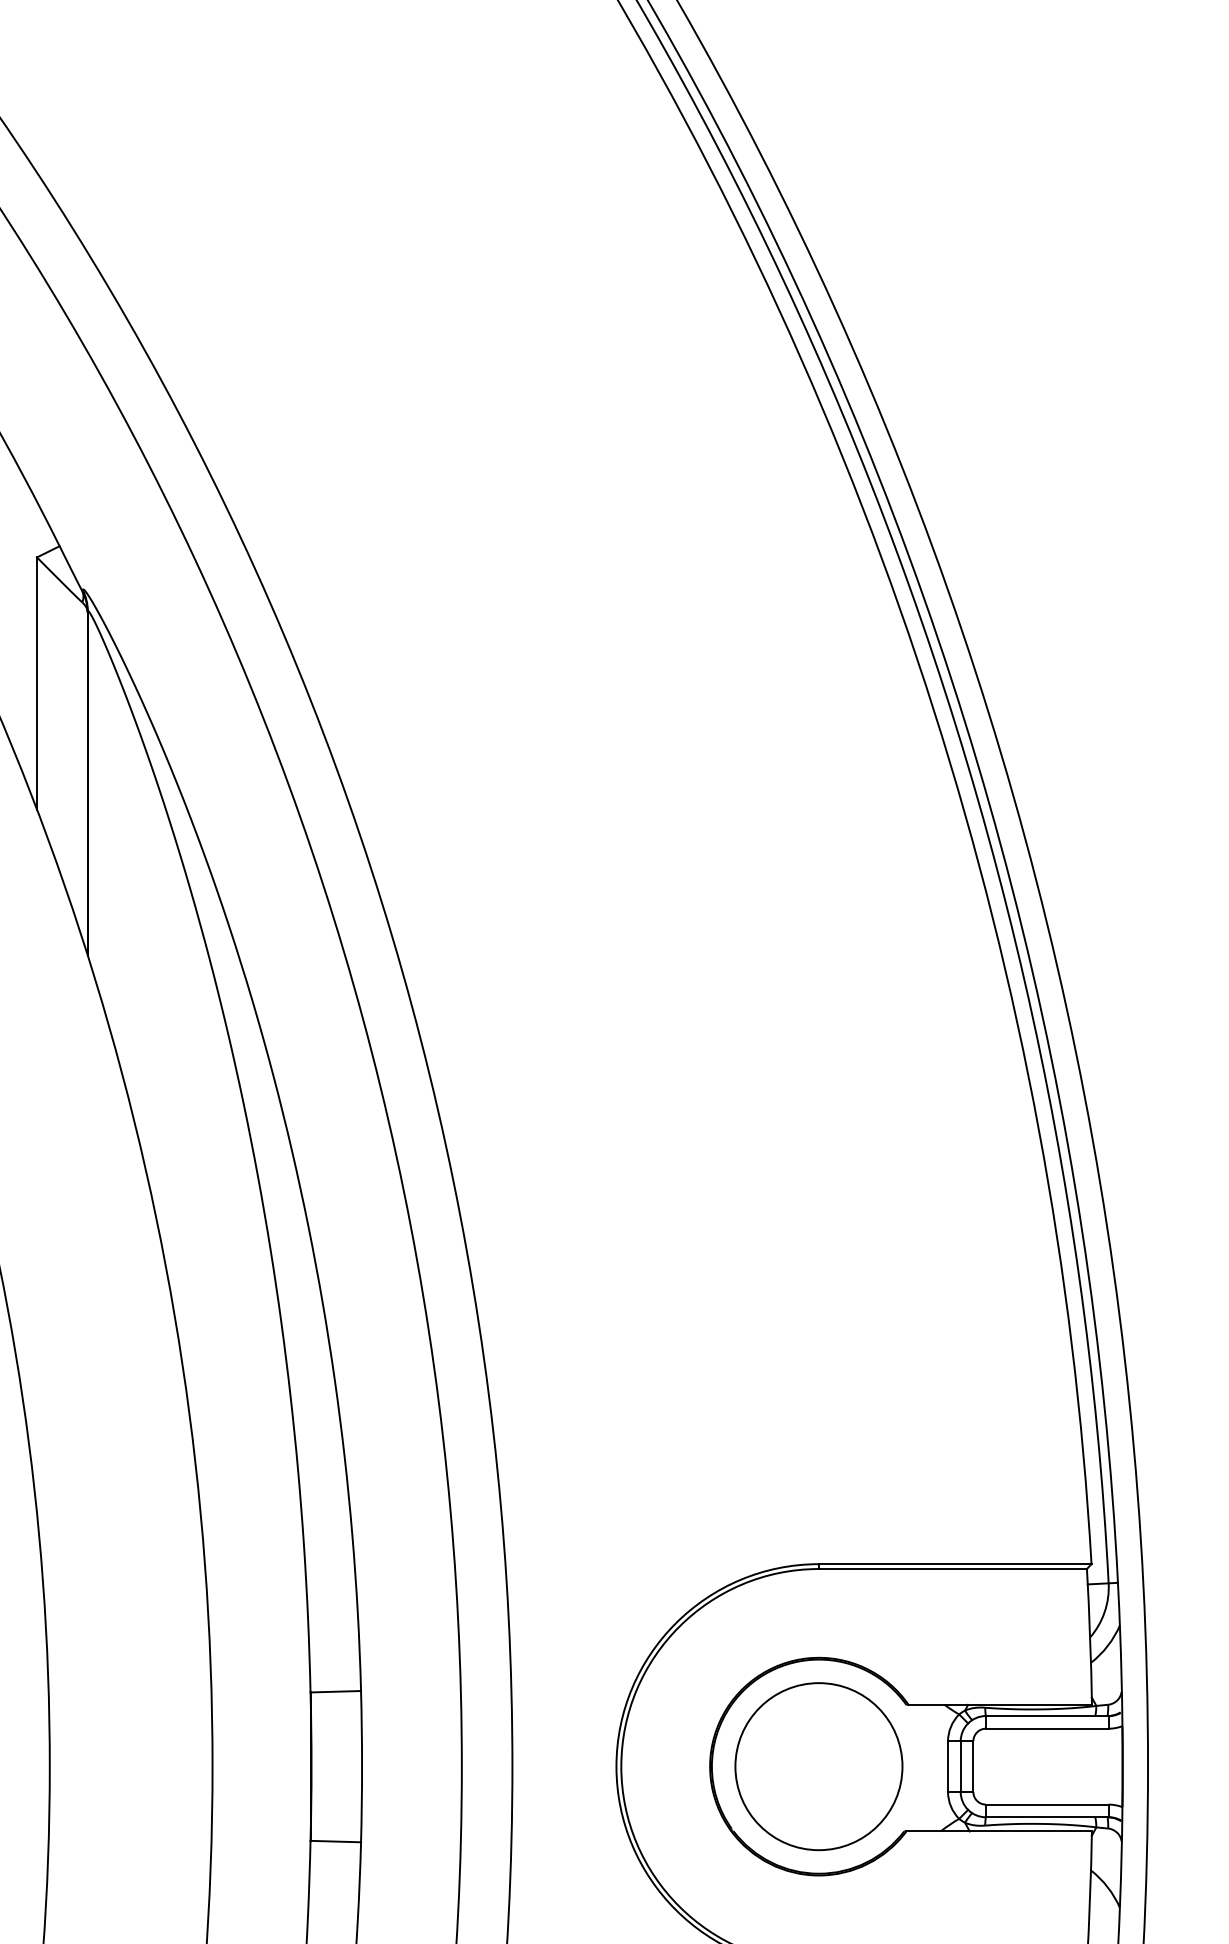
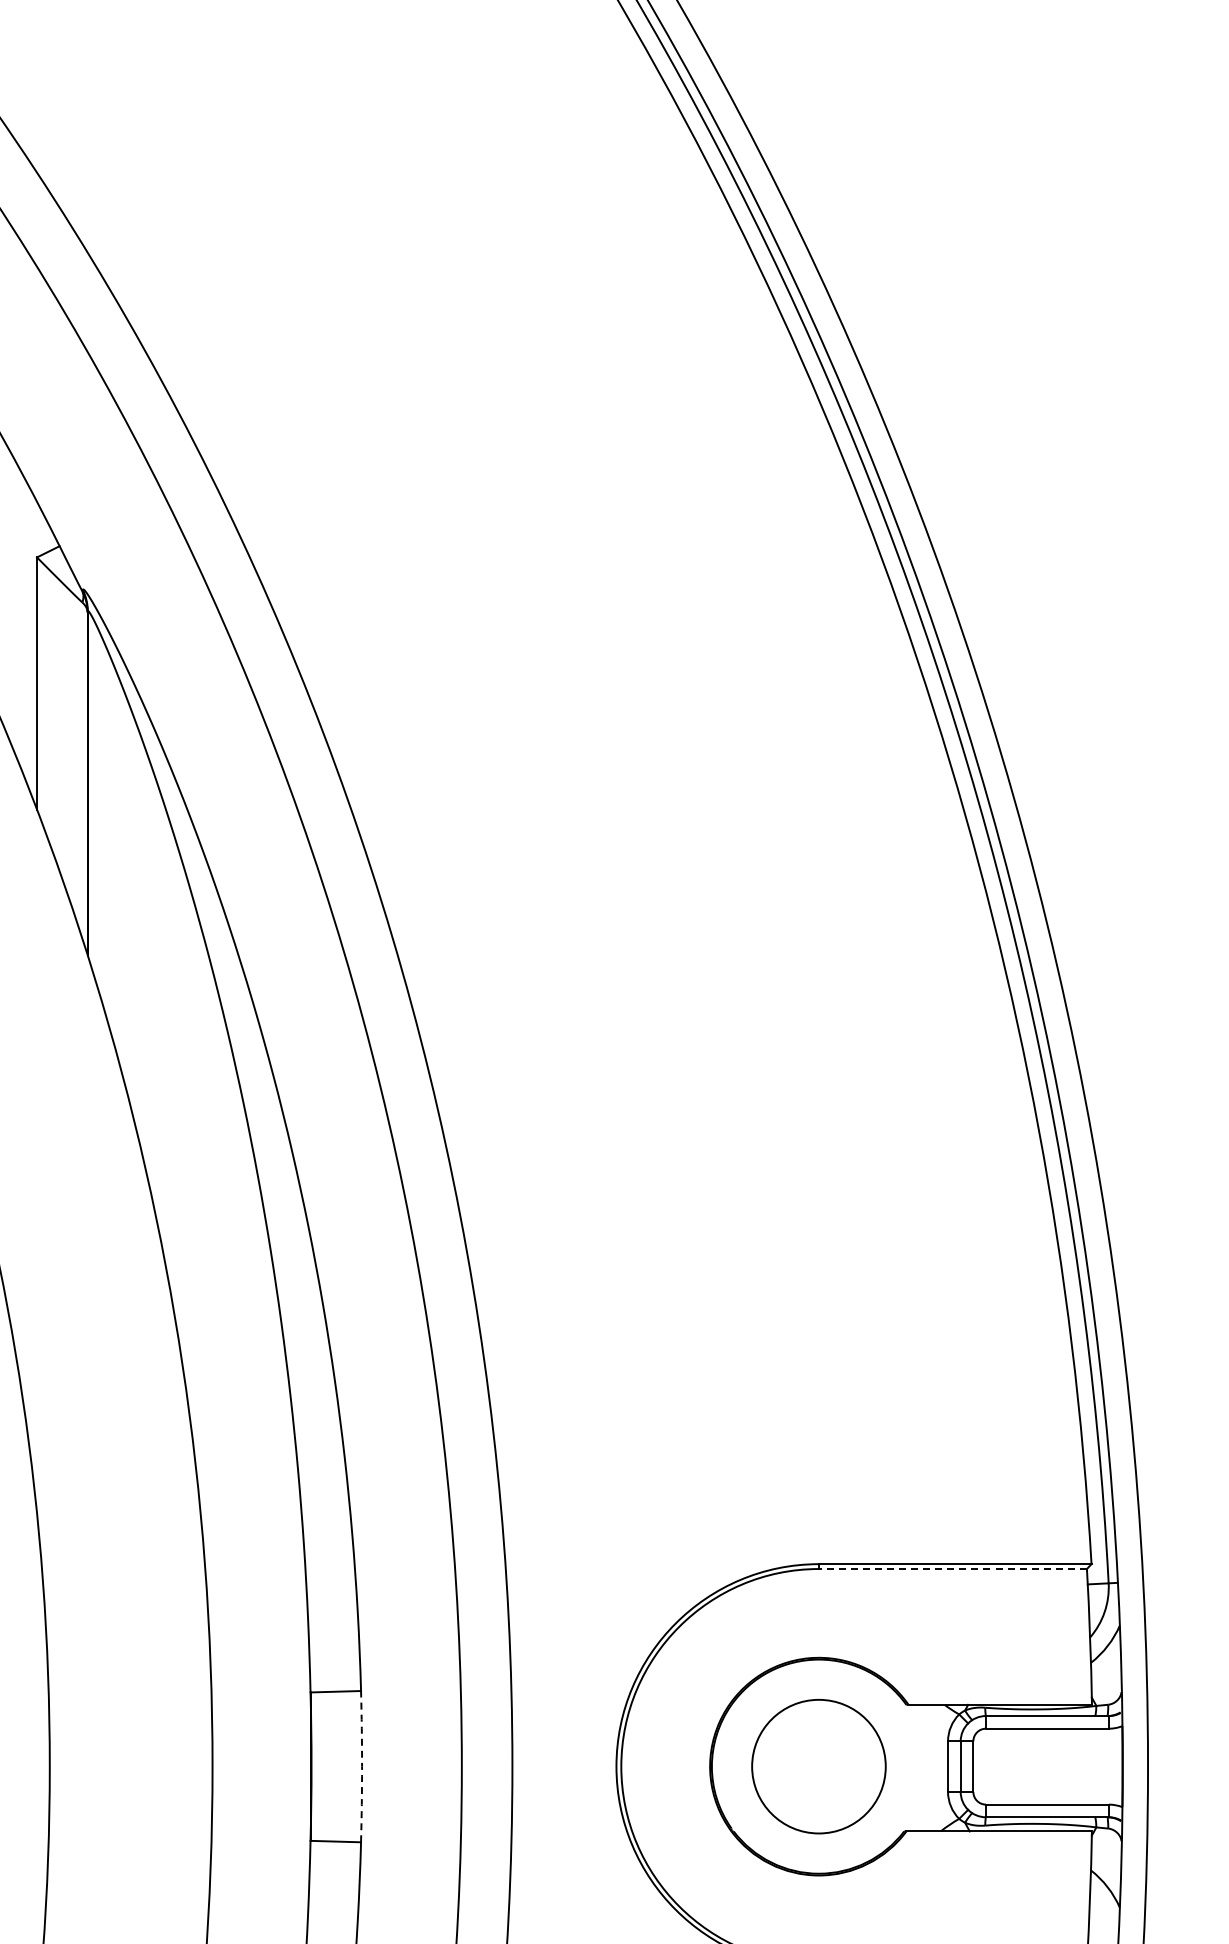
line at (952, 1569): solid -> dashed
arc at (362, 1766): solid -> dashed
circle at (818, 1766) diameter: 167 px -> 134 px
